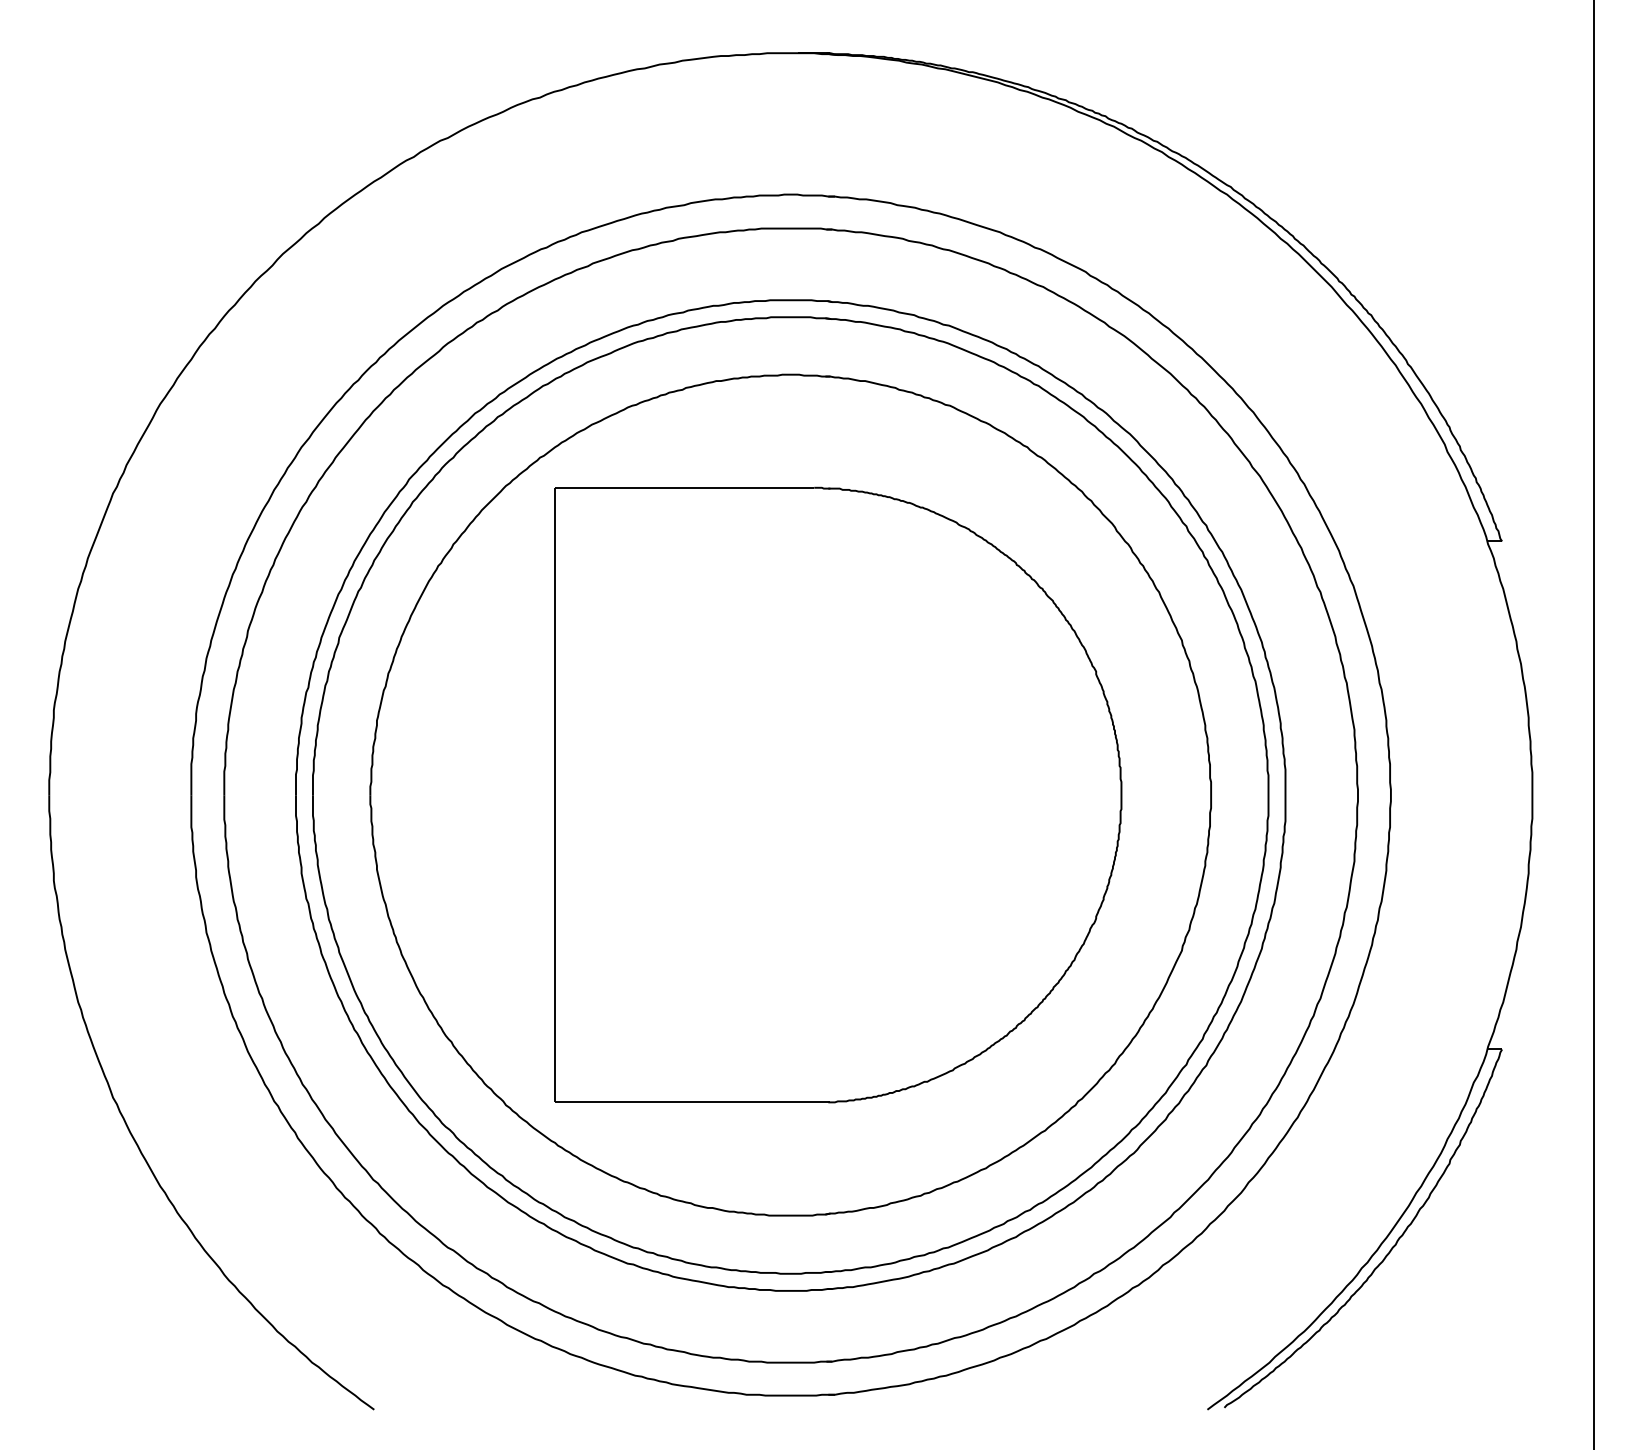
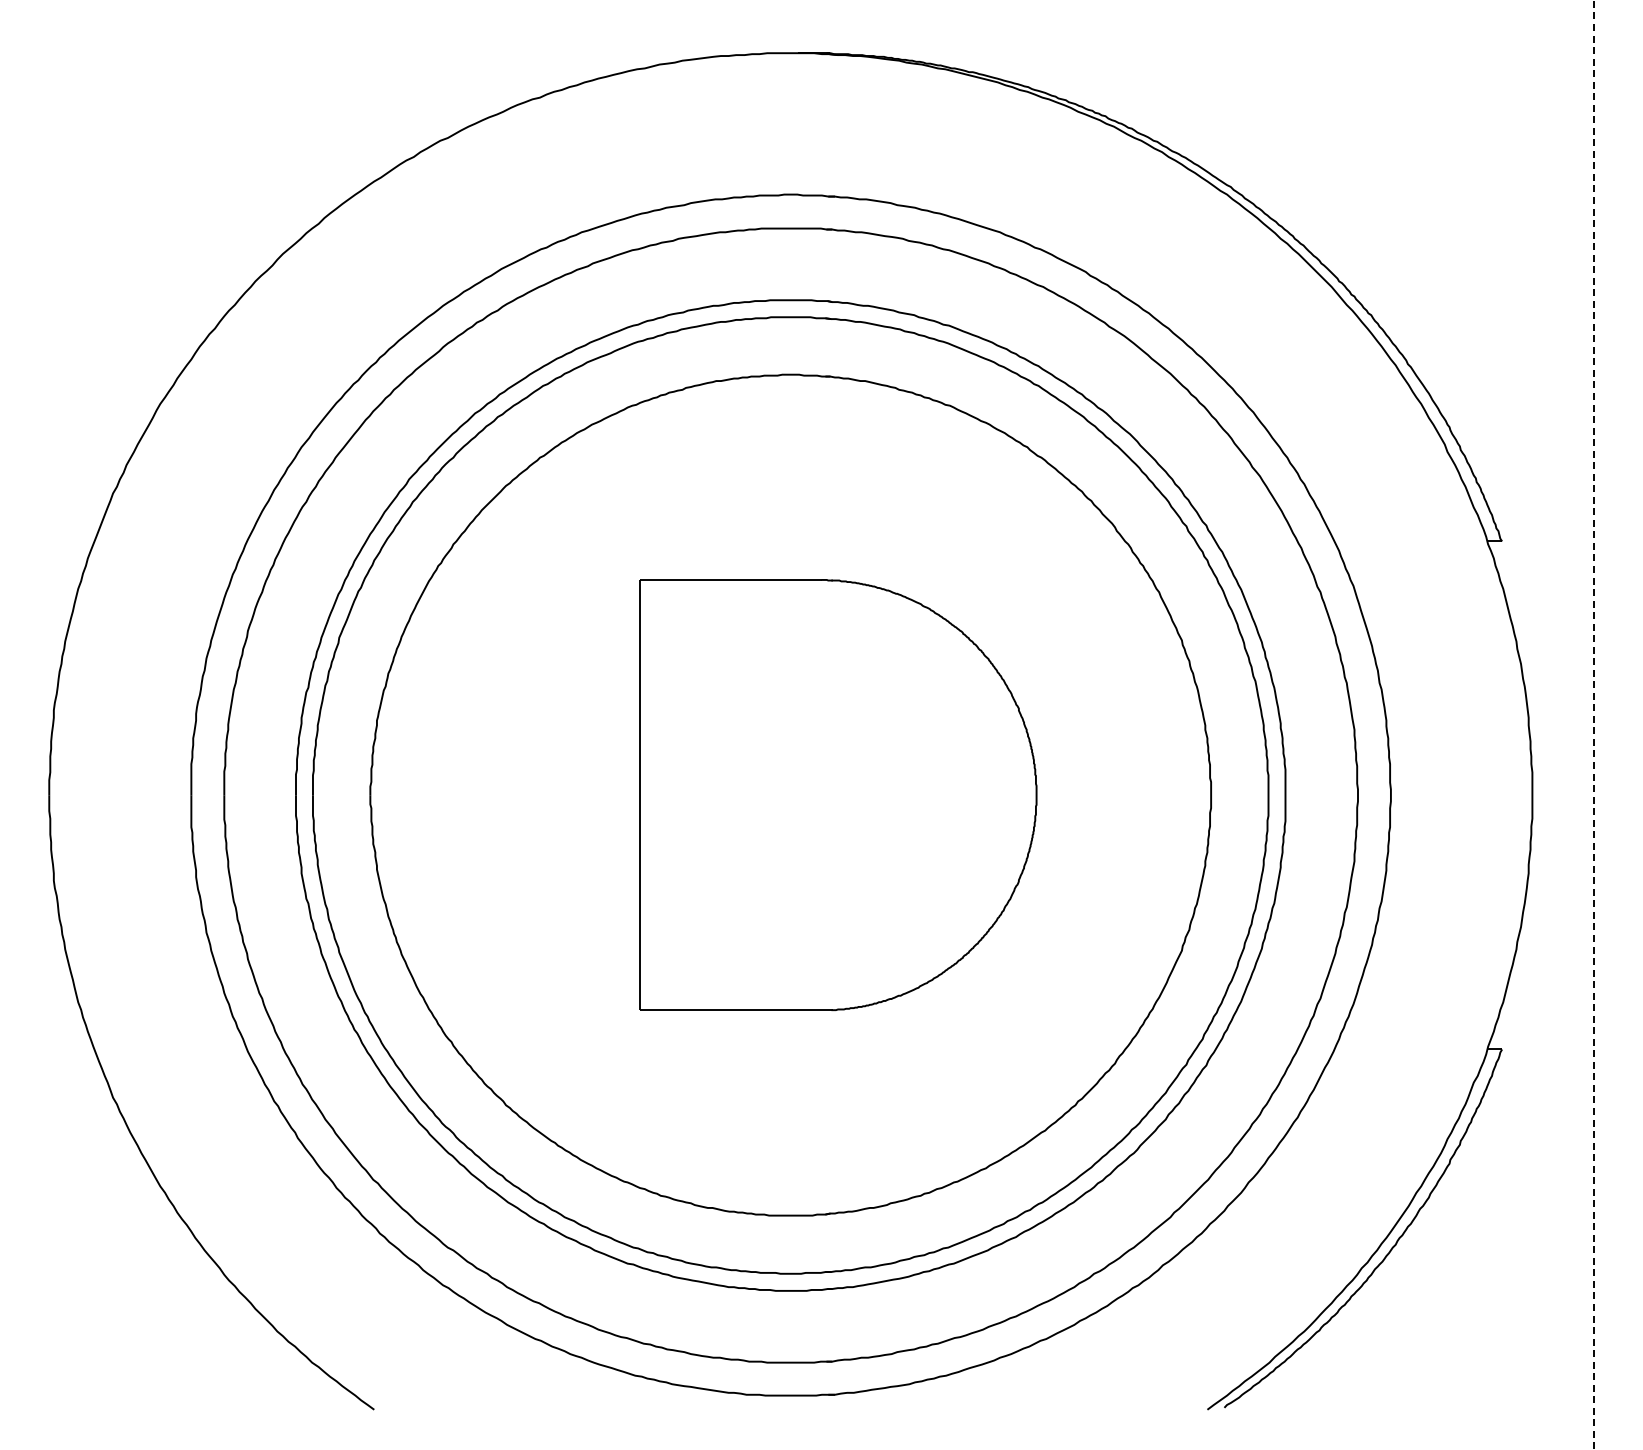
line at (1593, 724): solid -> dashed
part at (838, 794) size: 569x618 px -> 399x433 px
